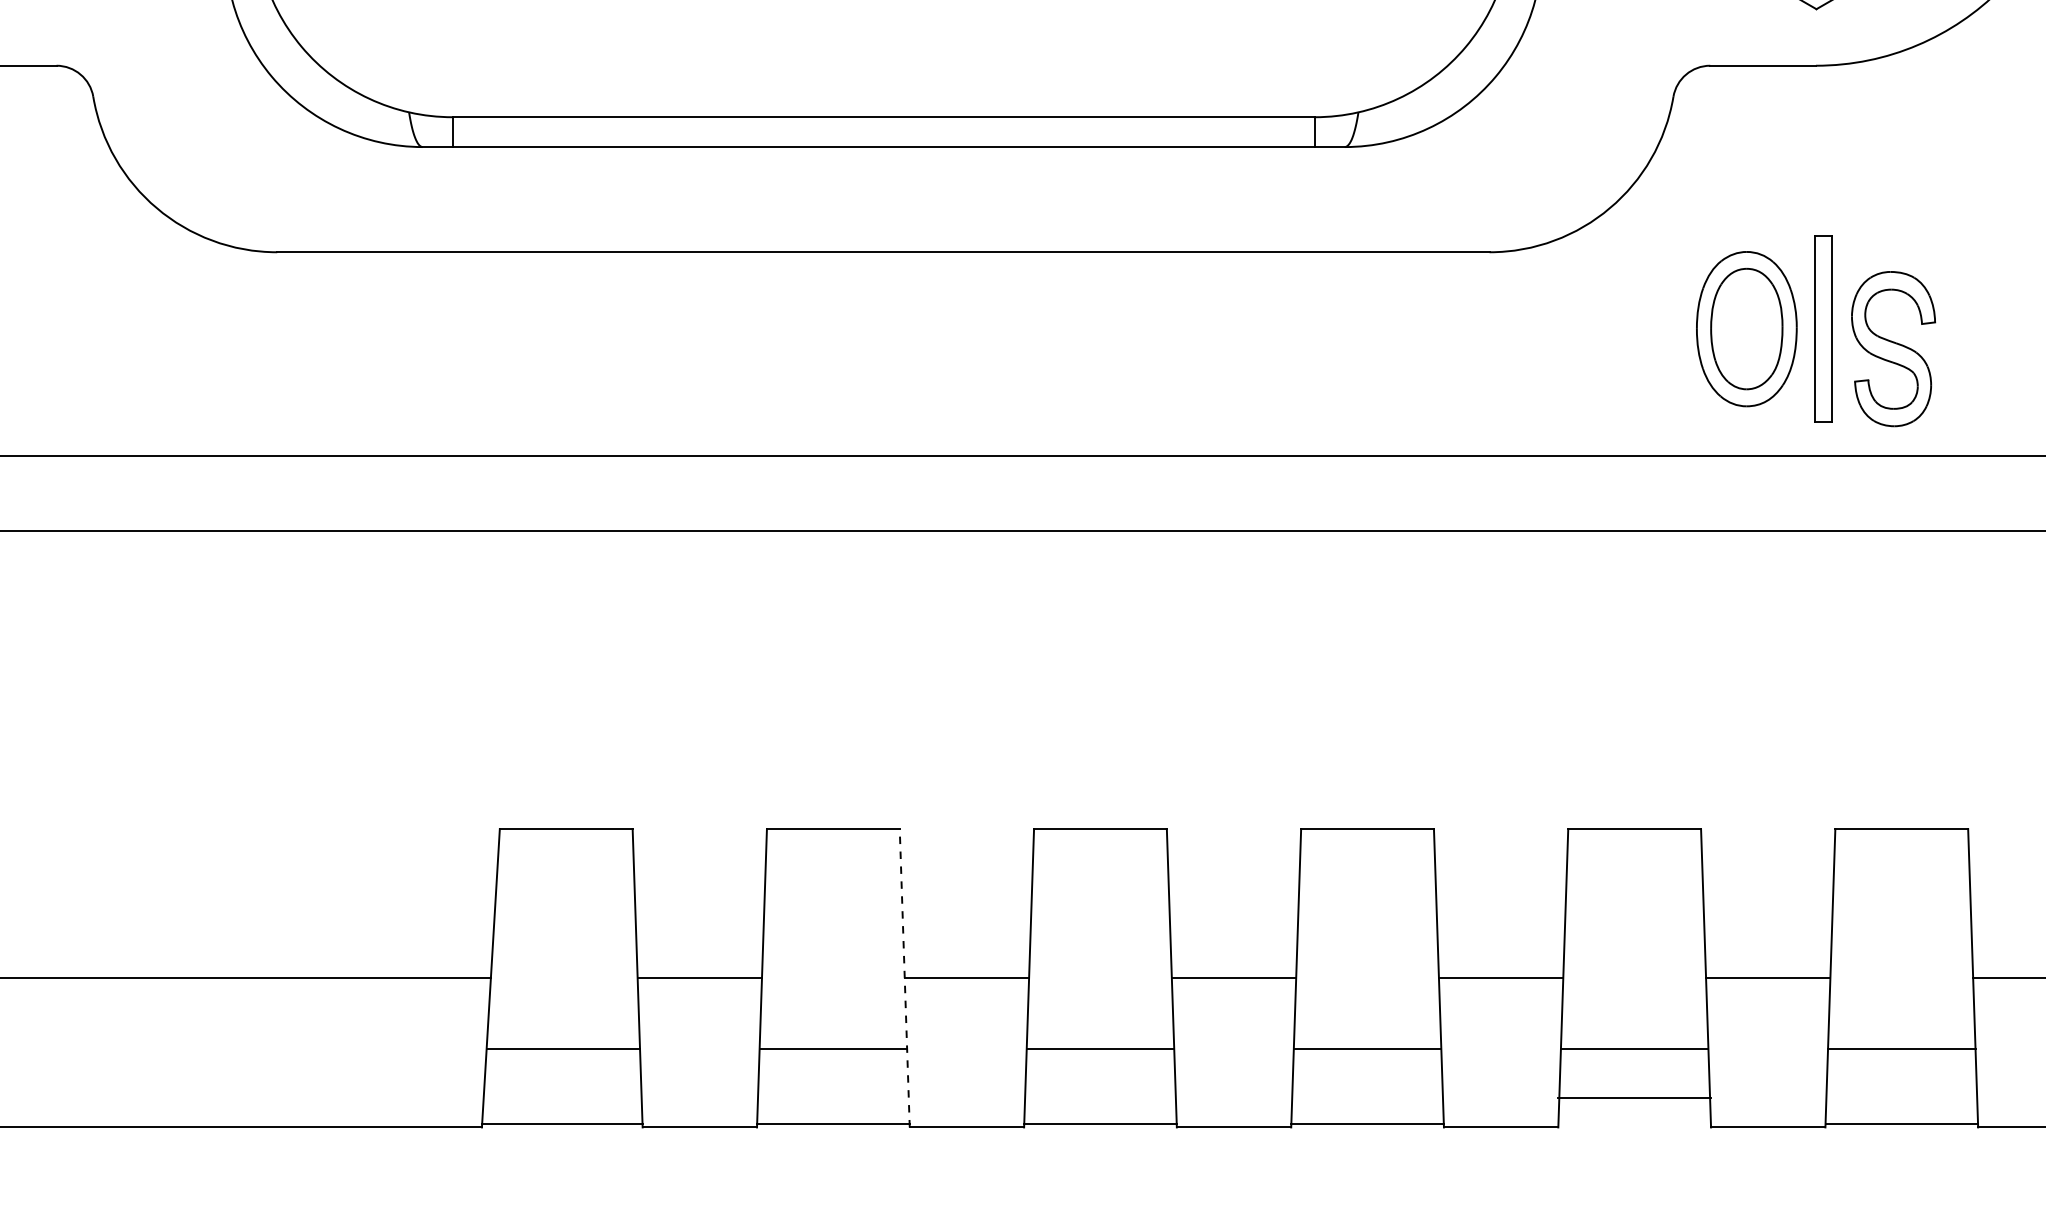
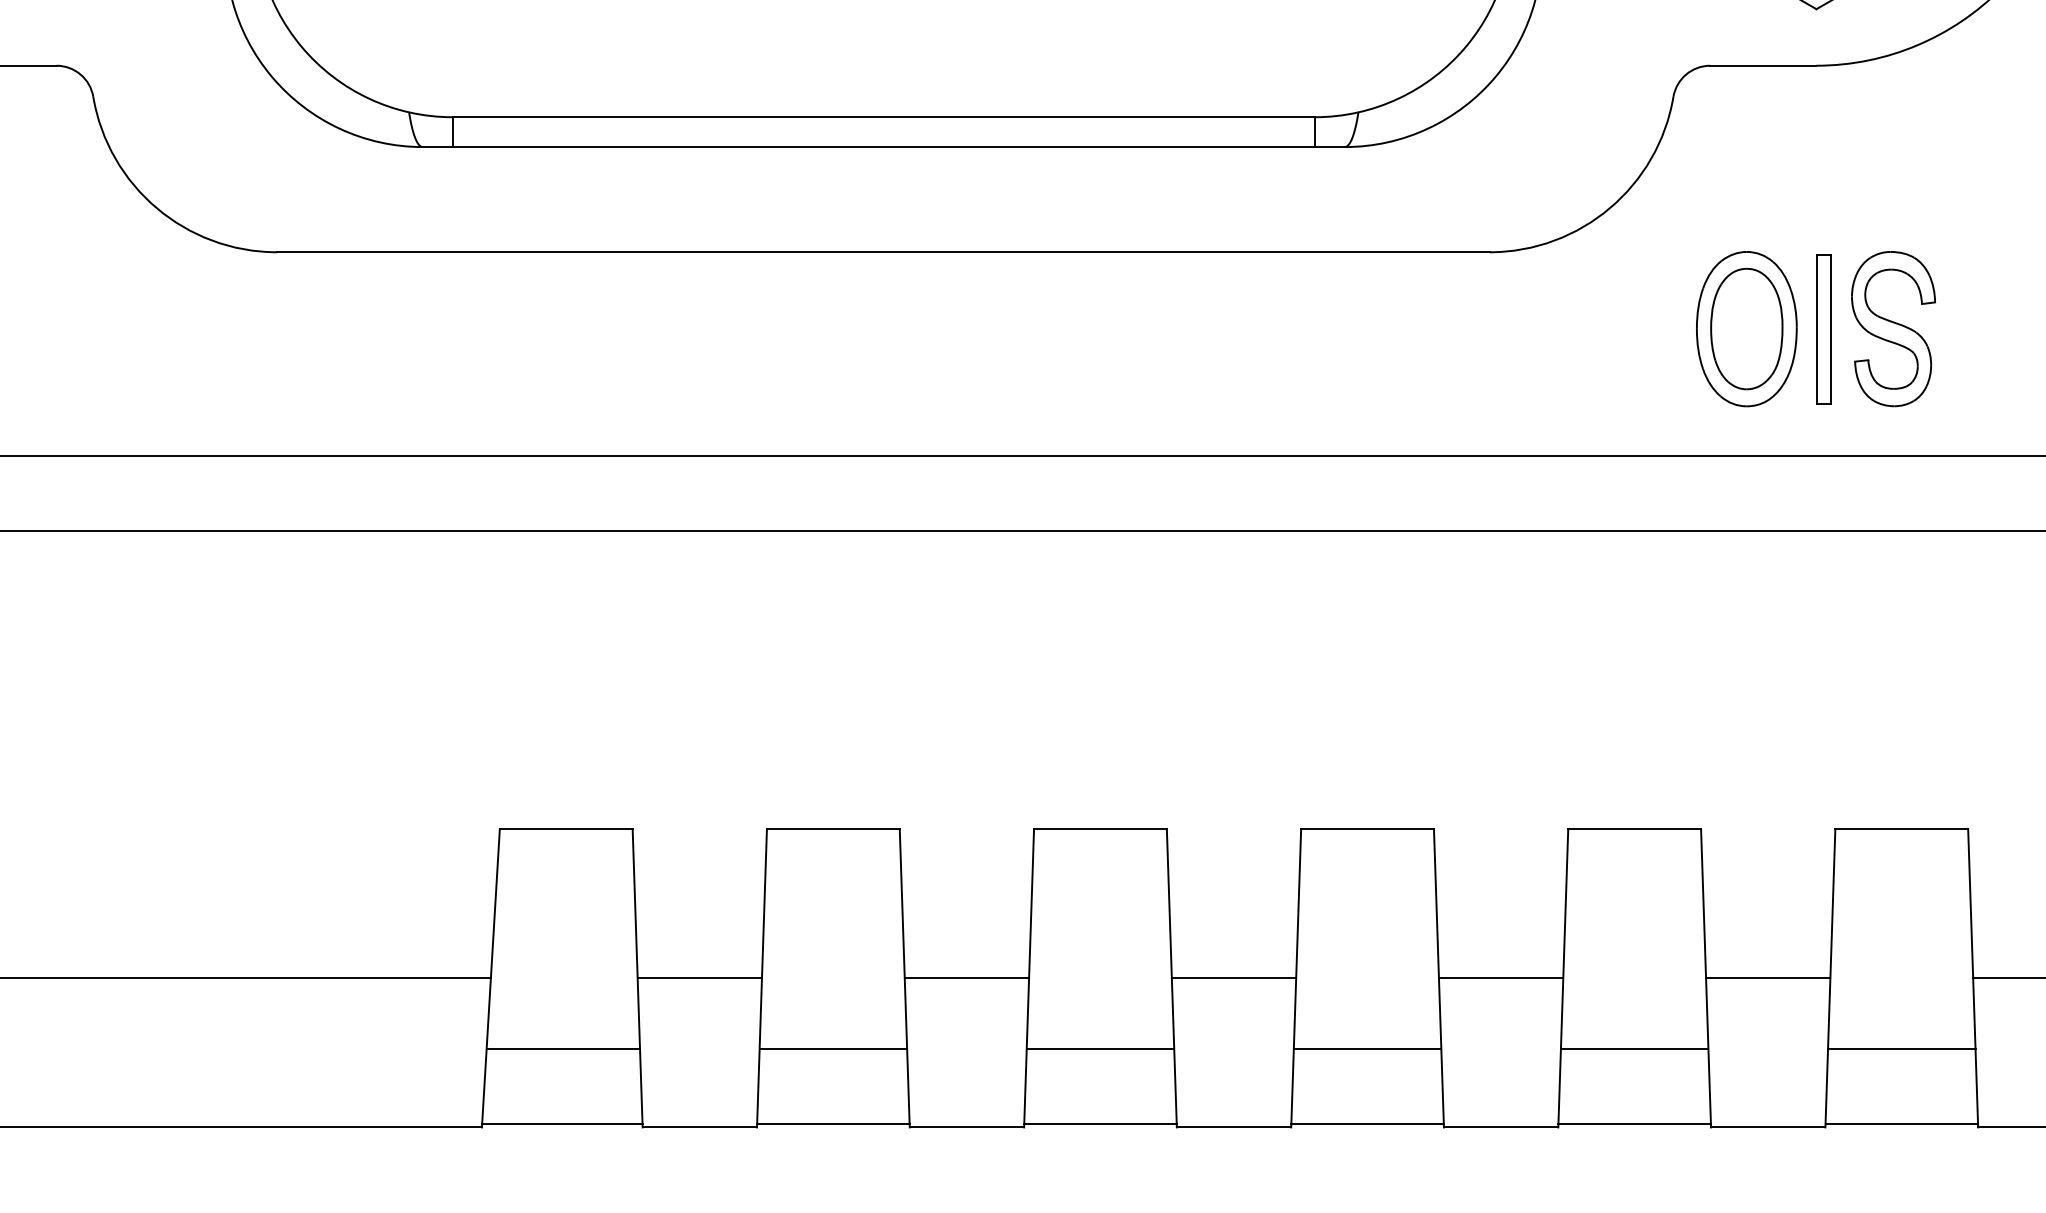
part at (1823, 328) size: 19x188 px -> 16x151 px
part at (1893, 349) position: (1893, 349) -> (1893, 329)
line at (904, 977): dashed -> solid
line at (1634, 1097) position: (1634, 1097) -> (1634, 1123)
